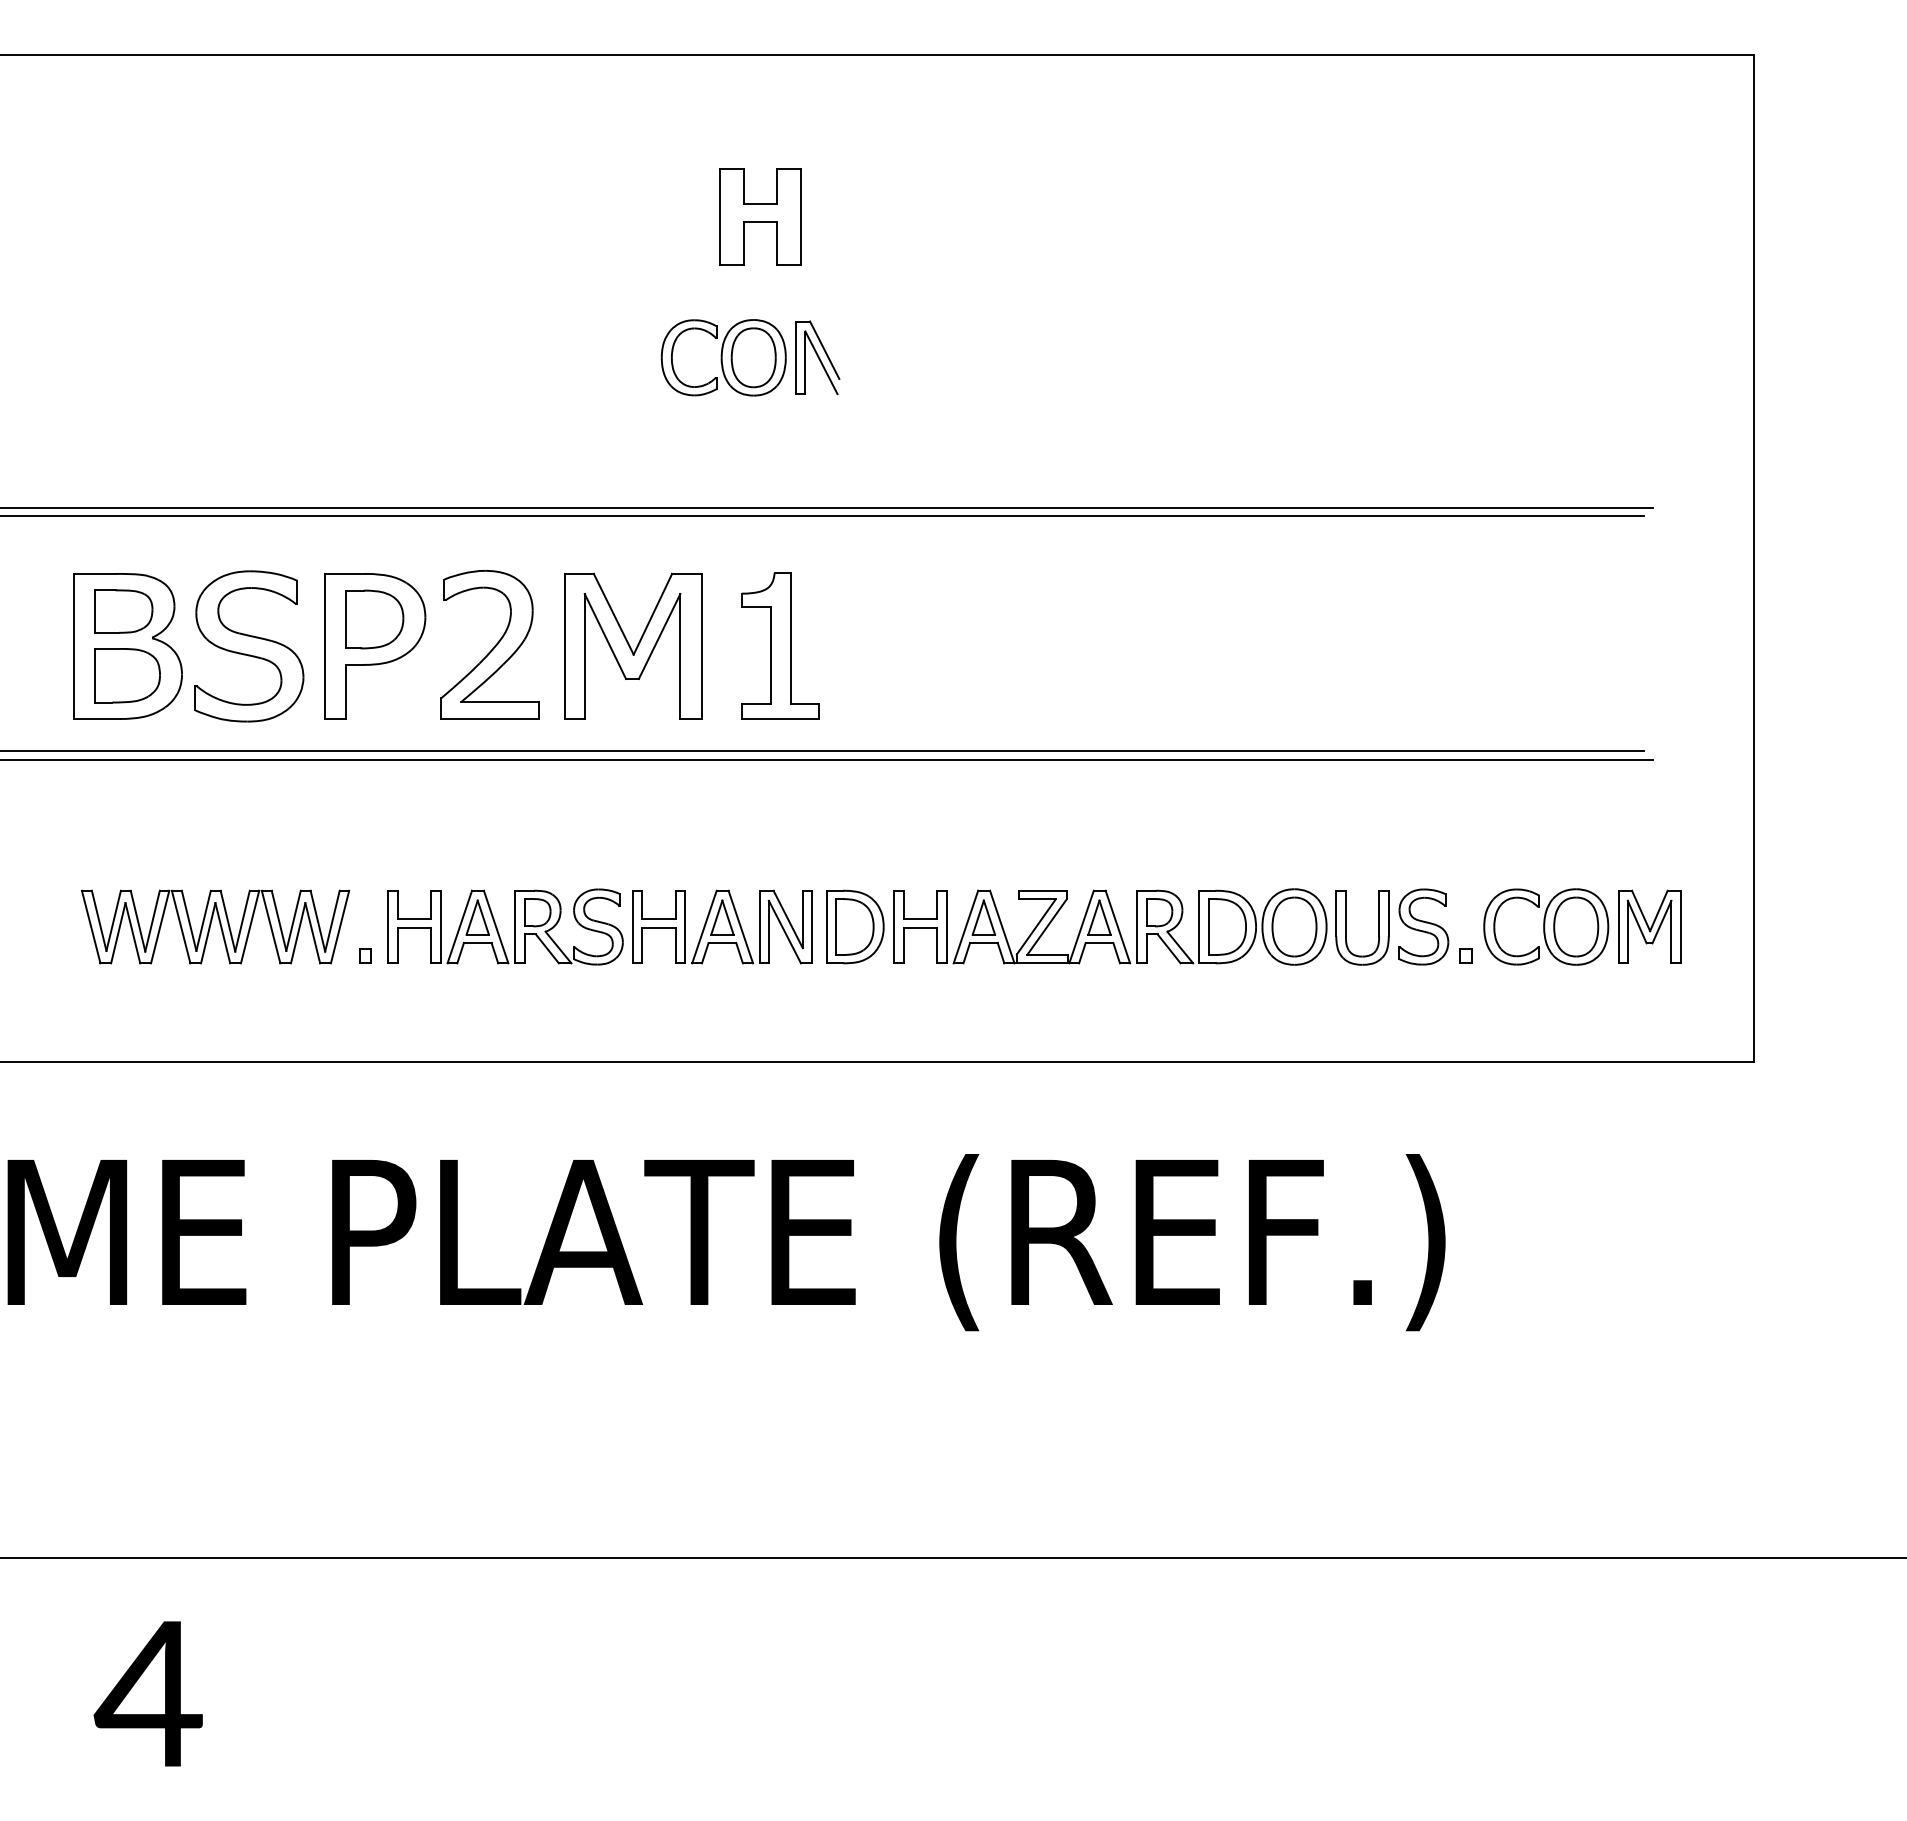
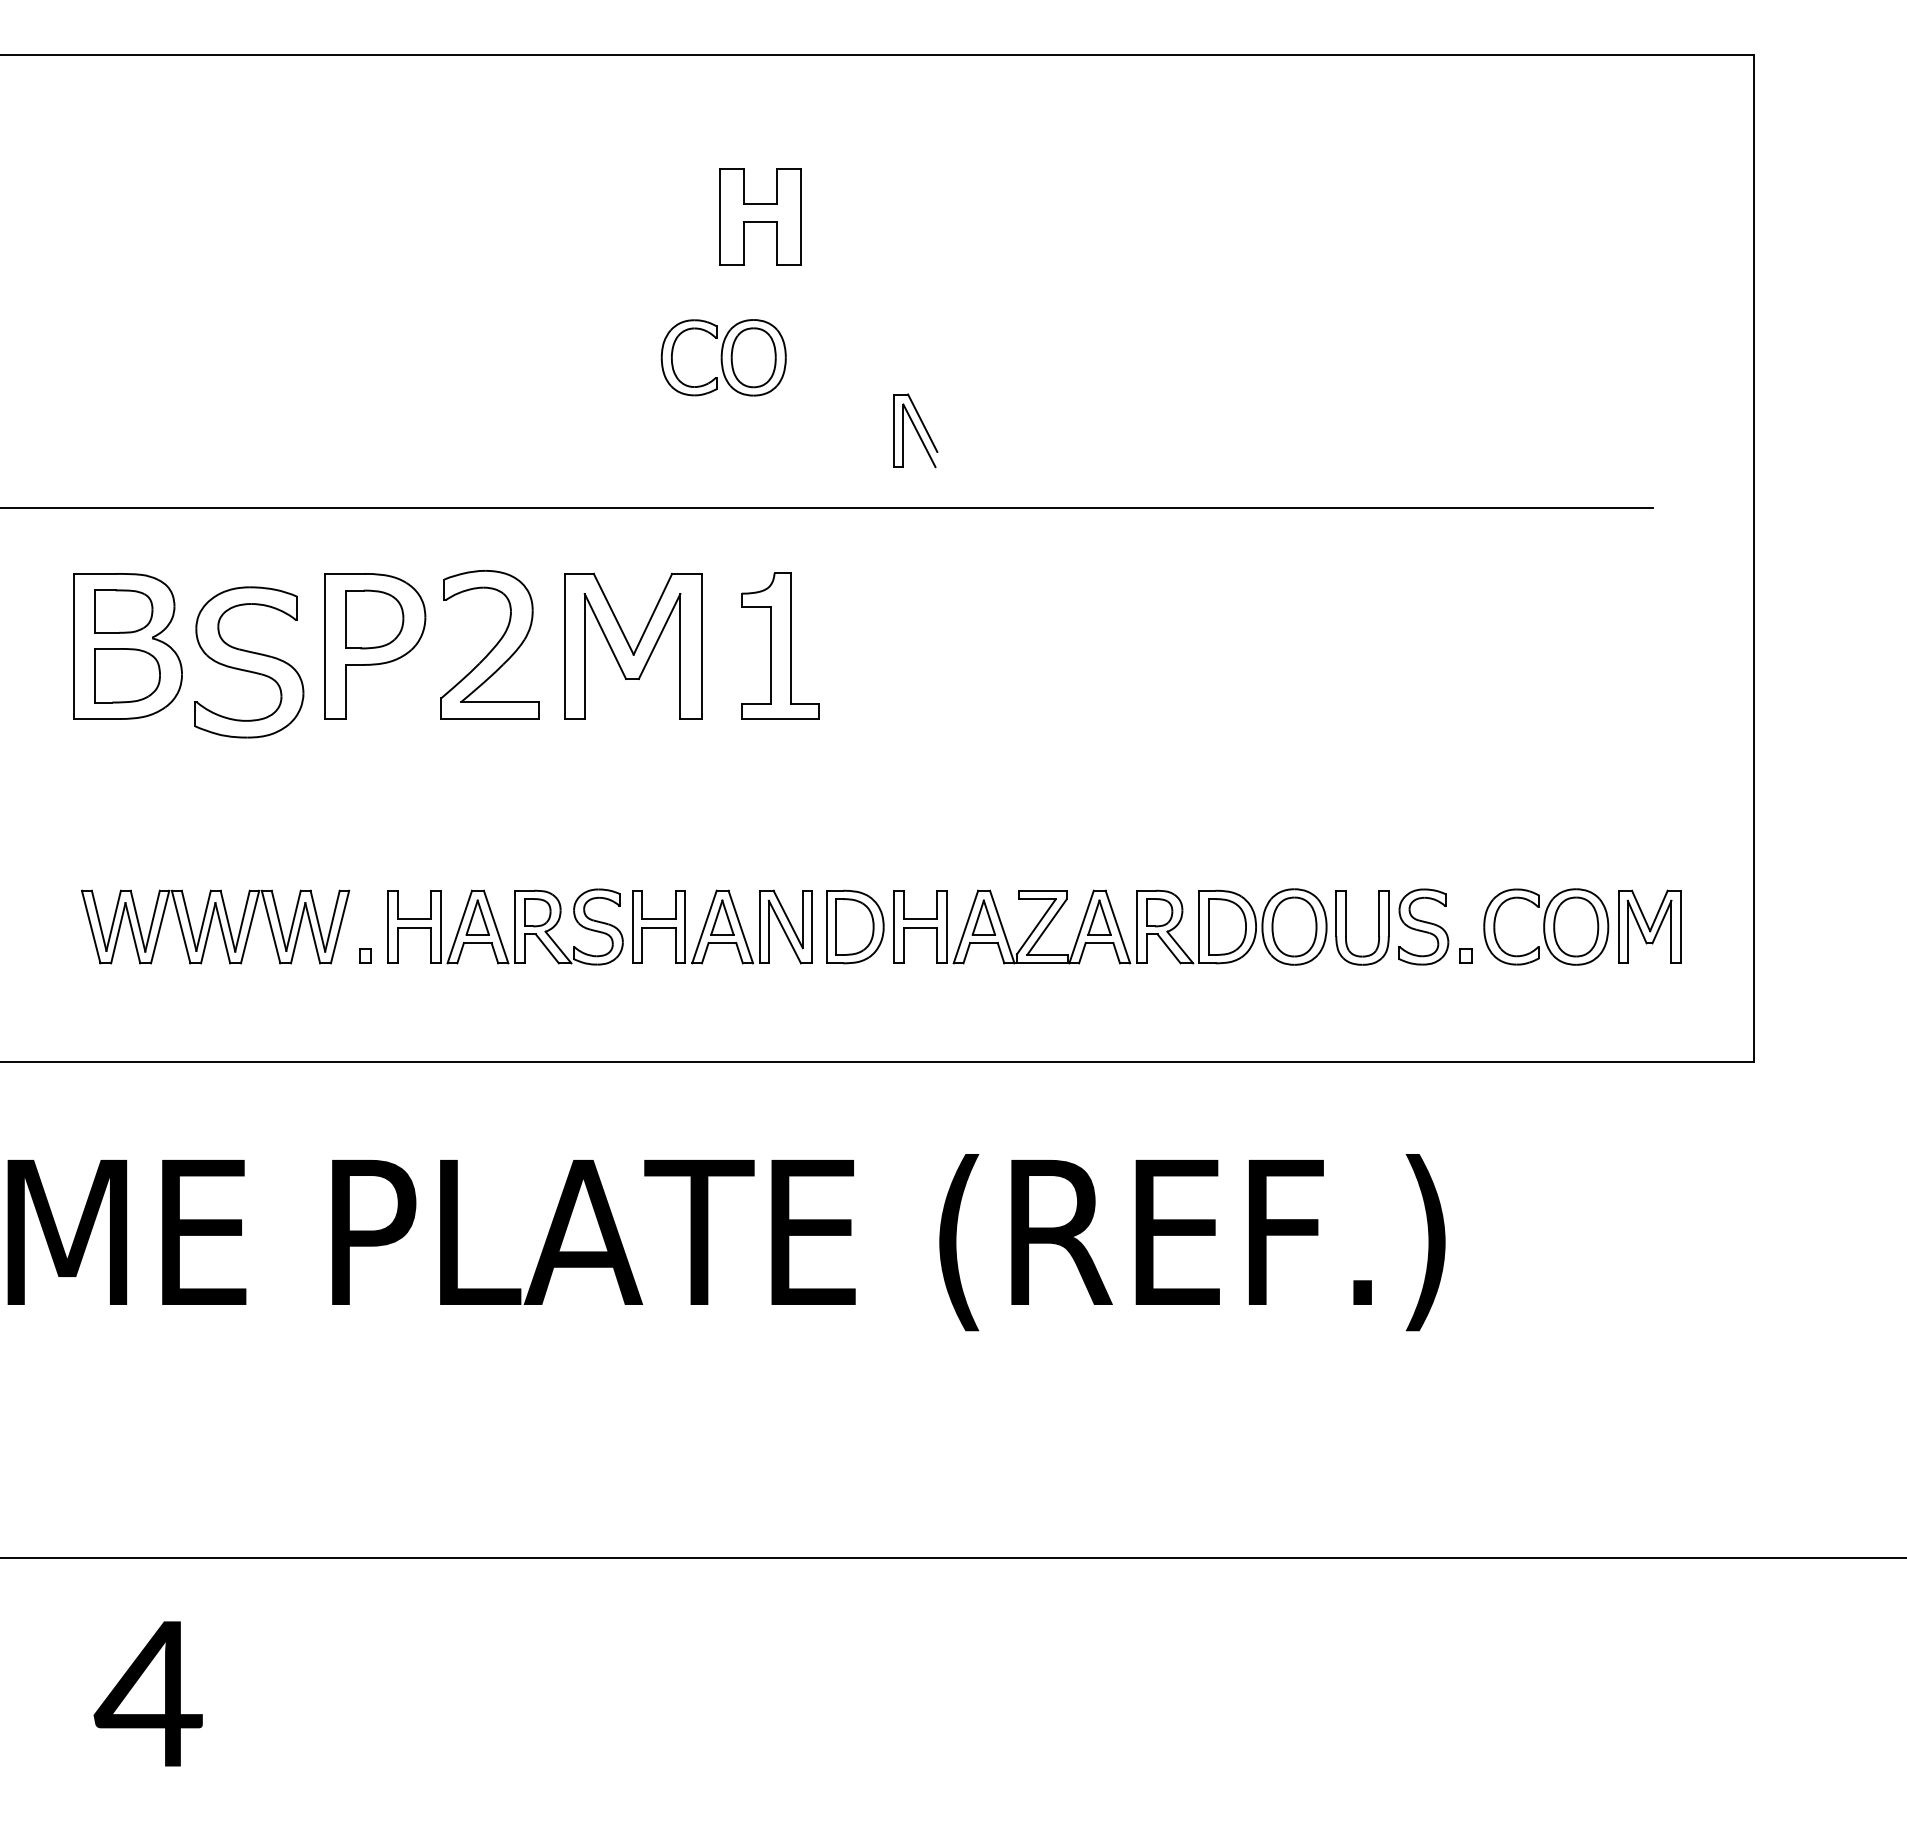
part at (817, 357) position: (817, 357) -> (915, 430)
line at (823, 516): present -> none
part at (249, 646) position: (249, 646) -> (249, 662)
line at (823, 751): present -> none
line at (827, 759): present -> none
